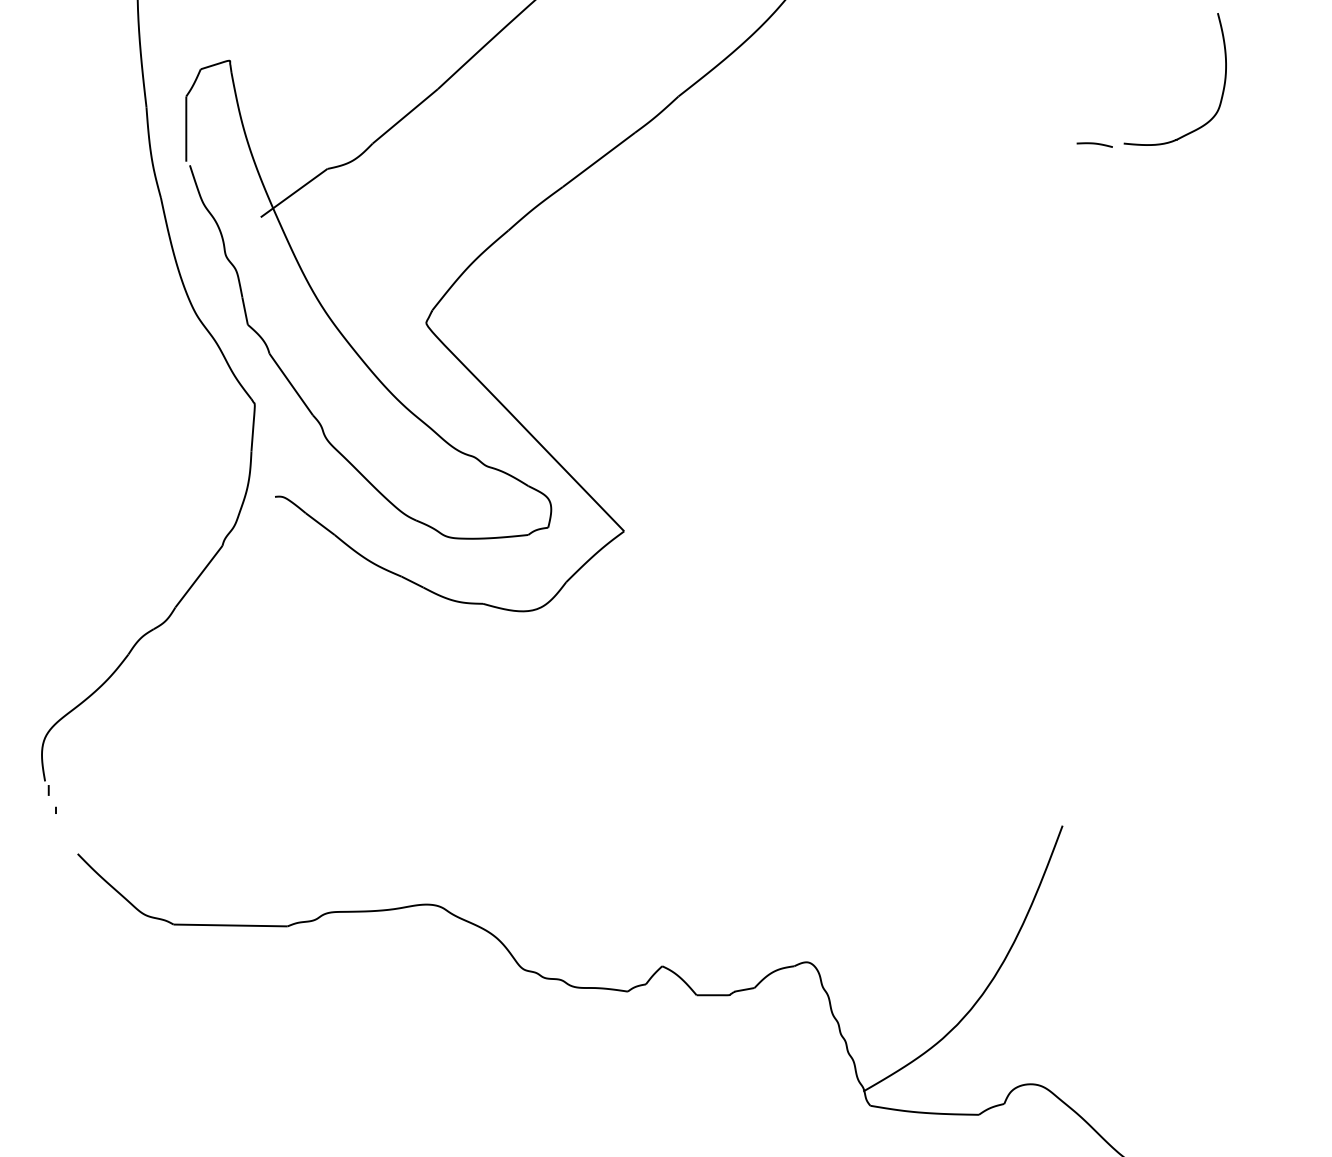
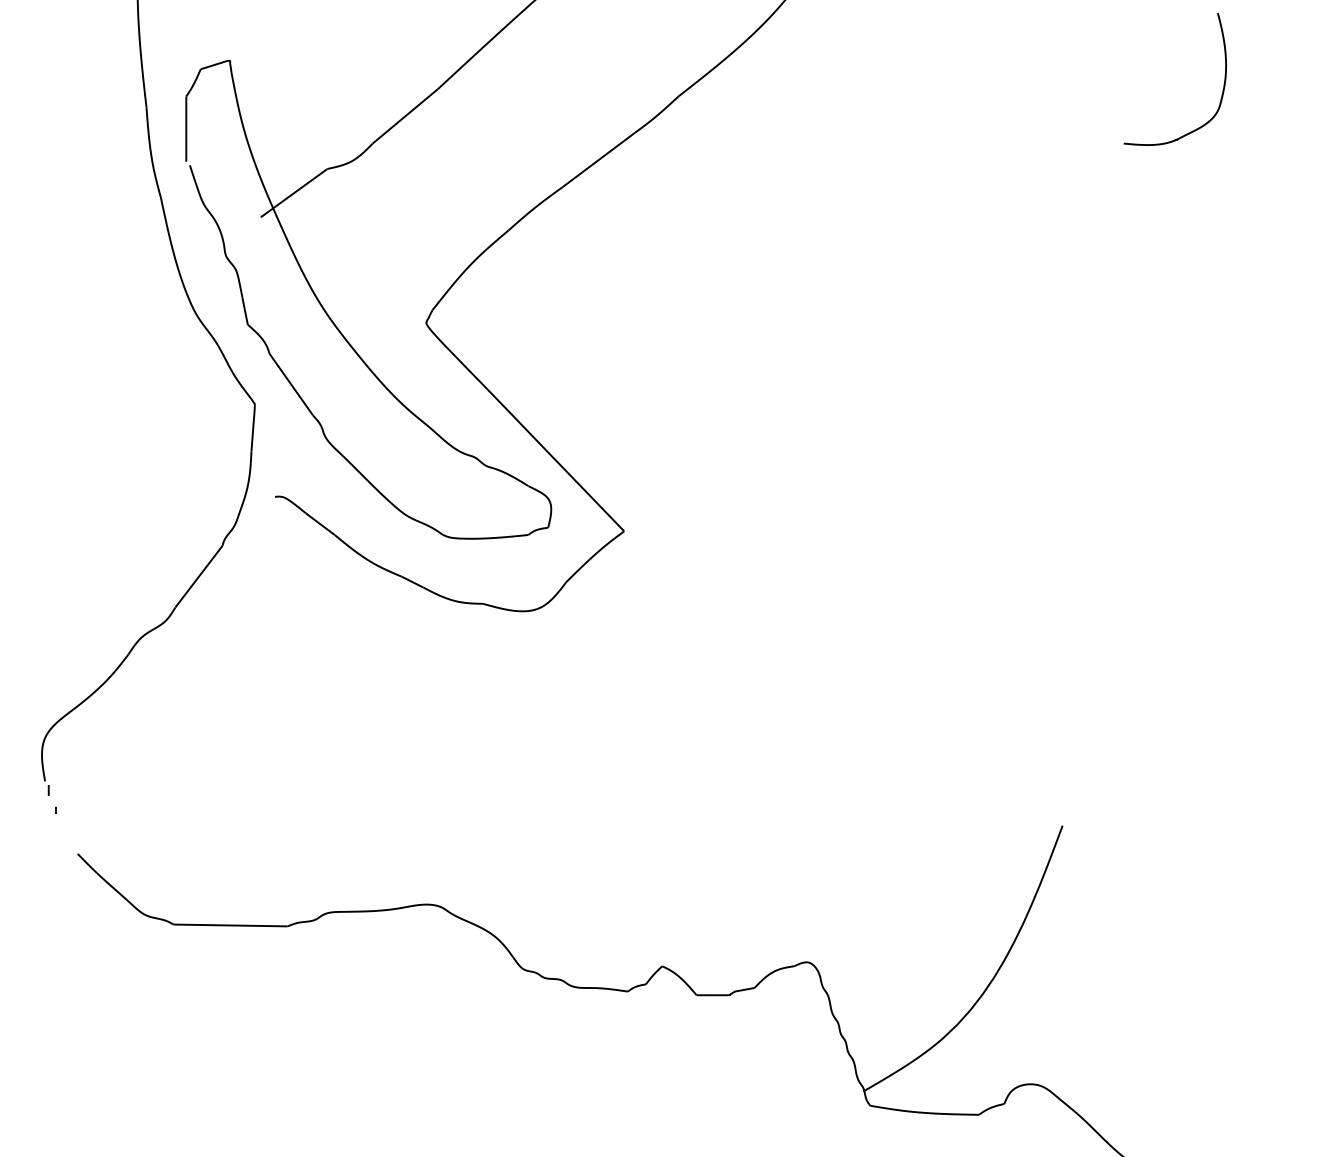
curve at (1094, 144): present -> none
